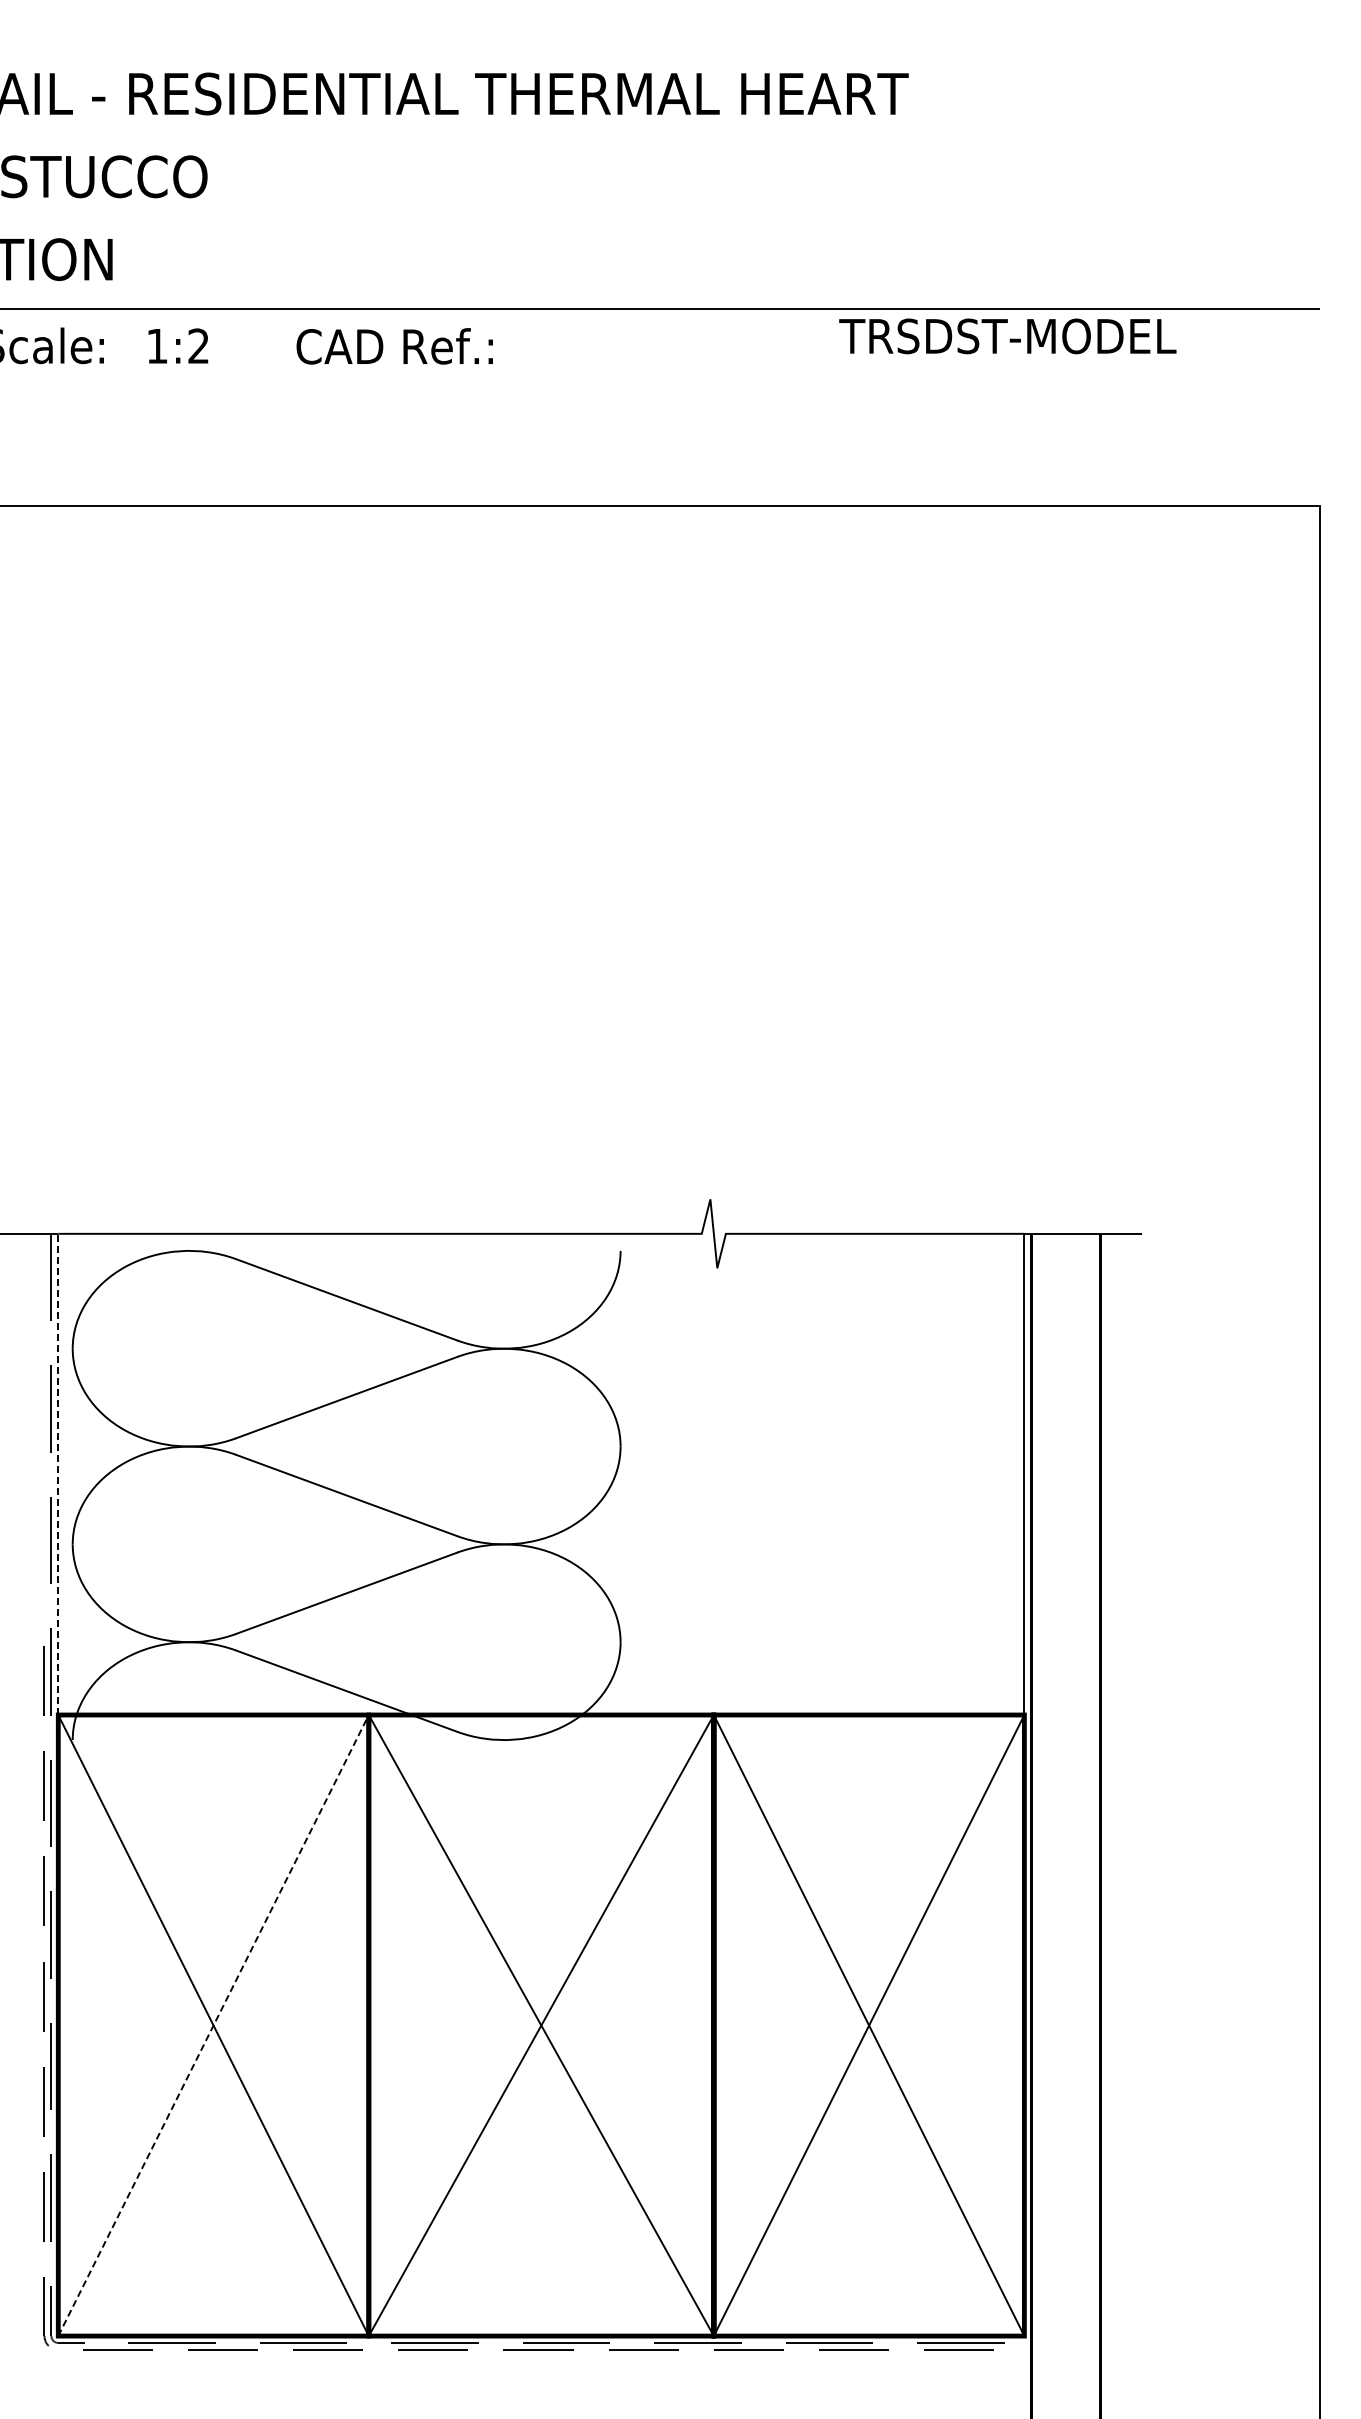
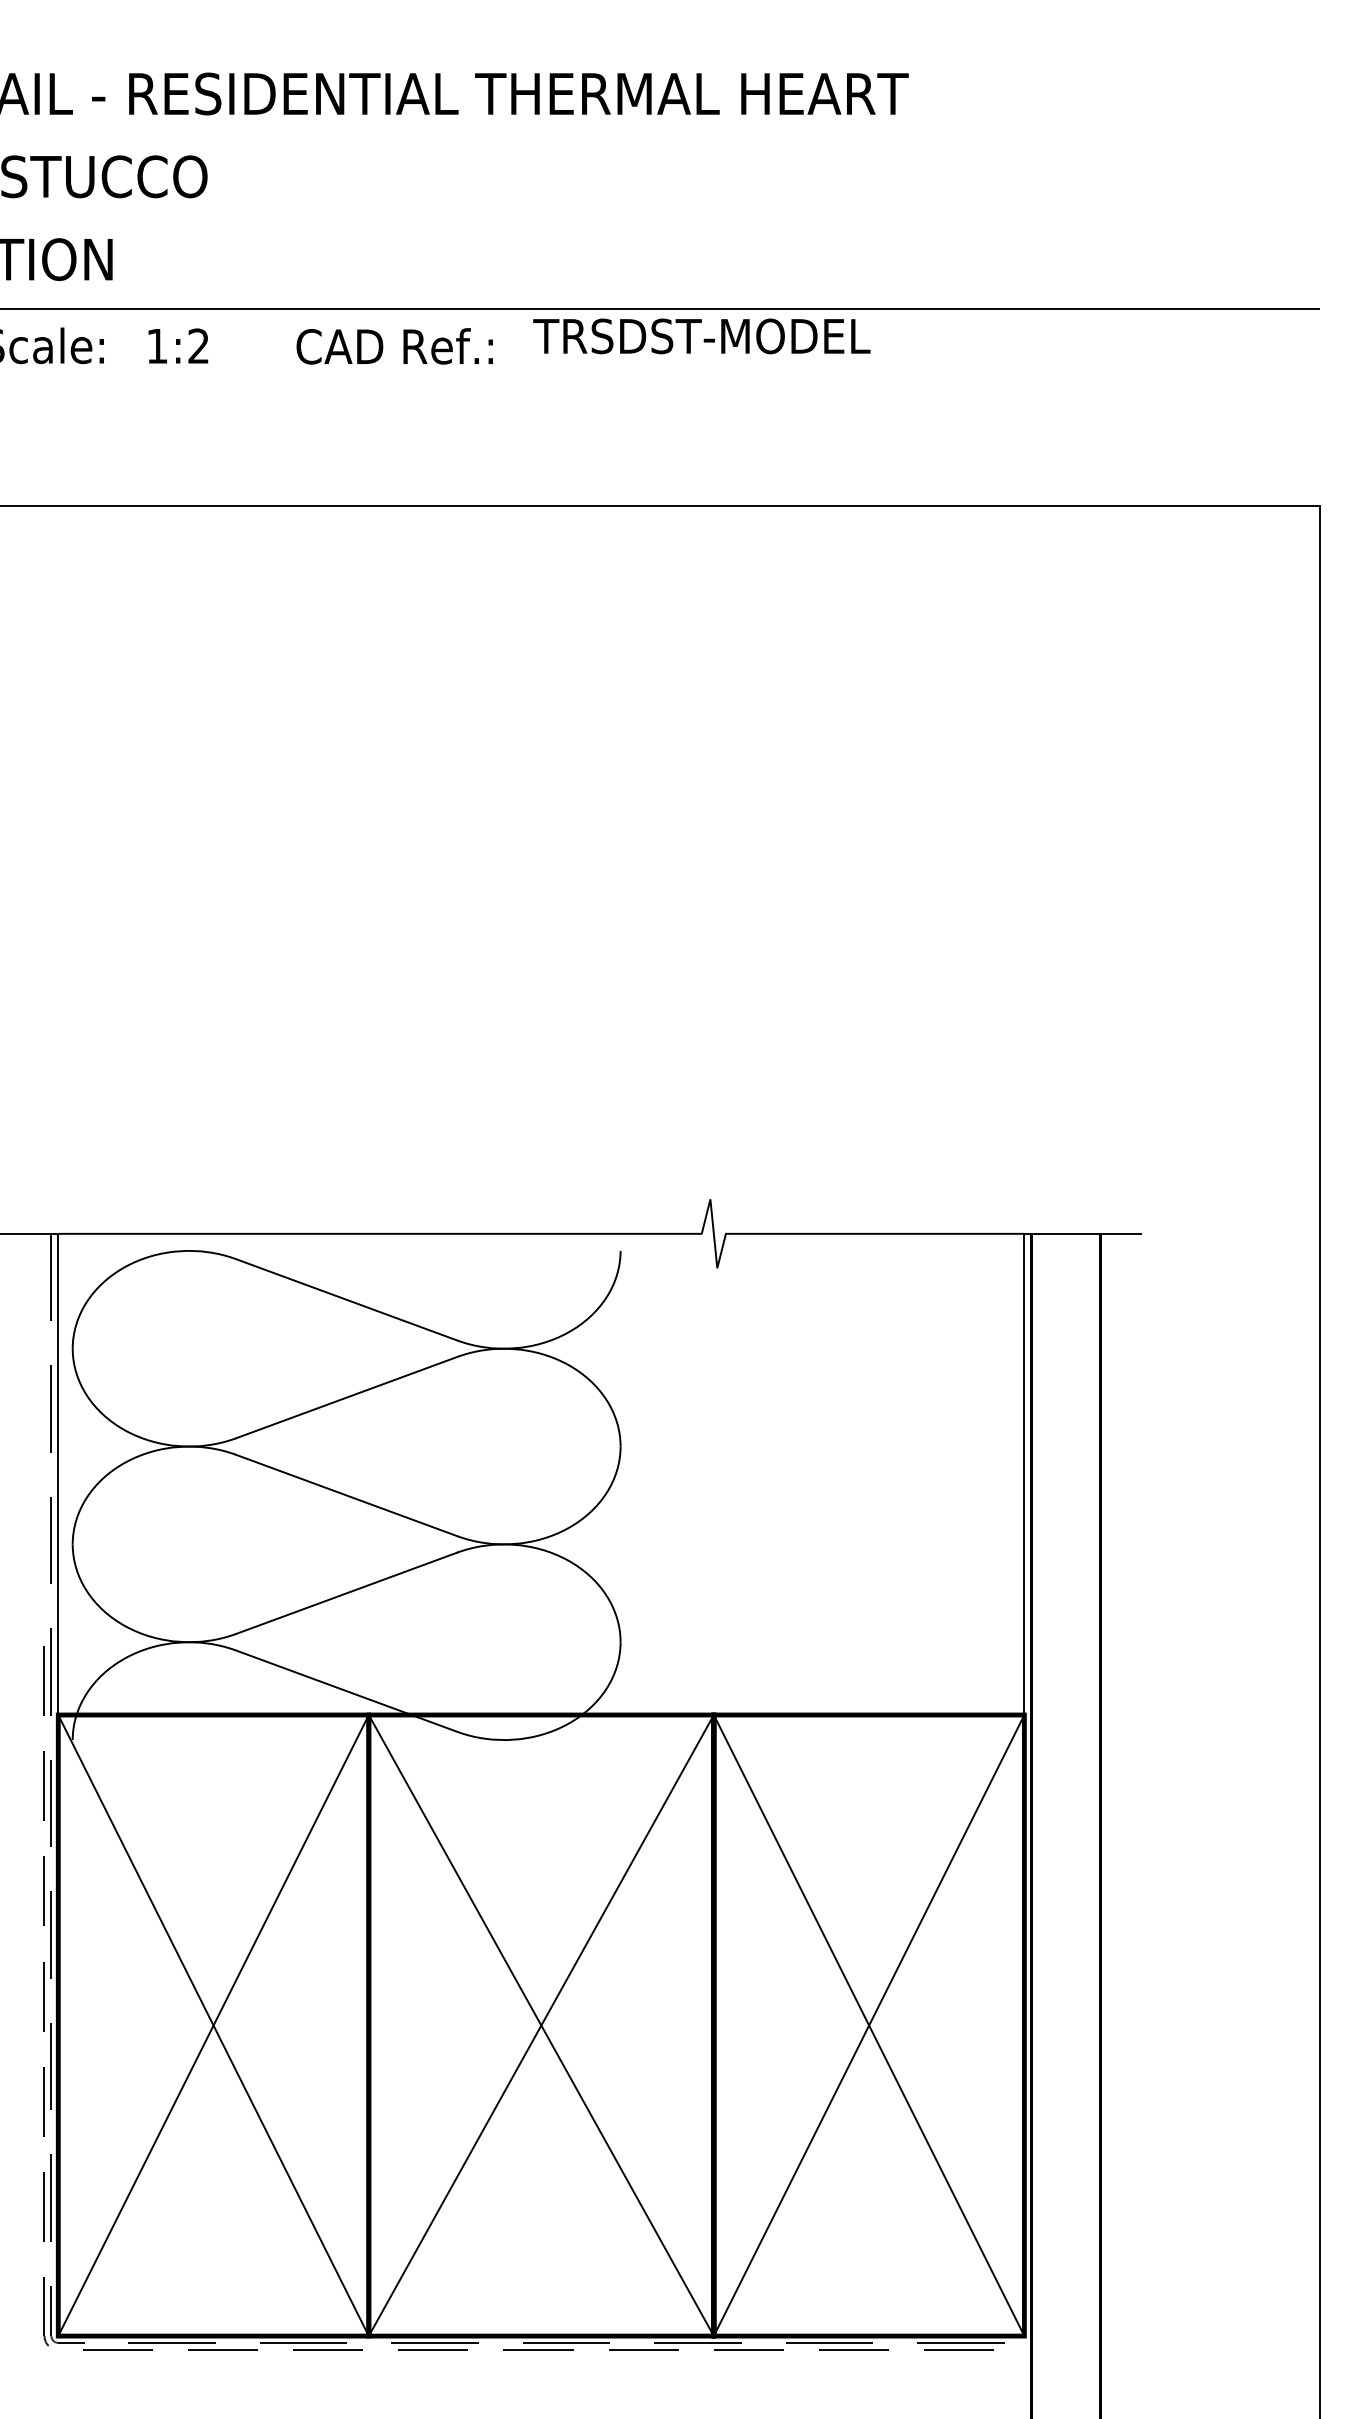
text at (1007, 336) position: (1007, 336) -> (701, 336)
line at (58, 1474): dashed -> solid
line at (213, 2025): dashed -> solid
